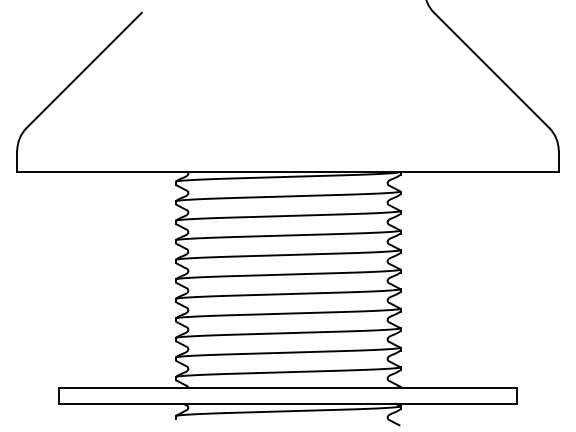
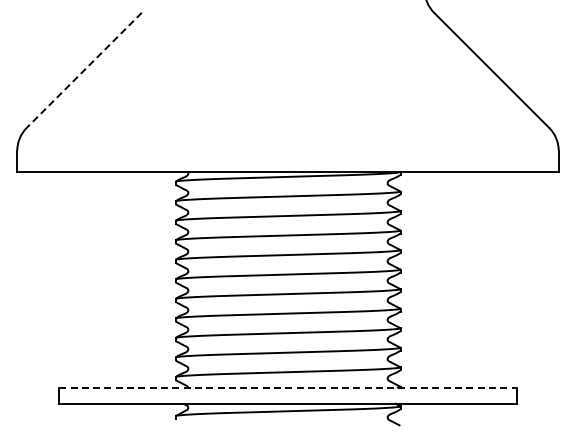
line at (83, 70): solid -> dashed
line at (288, 387): solid -> dashed
